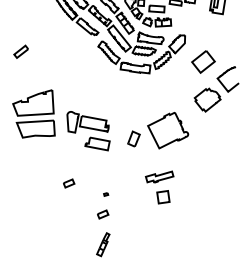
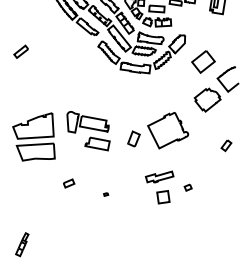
part at (33, 113) position: (33, 113) -> (33, 136)
part at (226, 145): none -> present
part at (187, 187): none -> present
part at (103, 214): present -> none
part at (103, 244) position: (103, 244) -> (22, 244)
